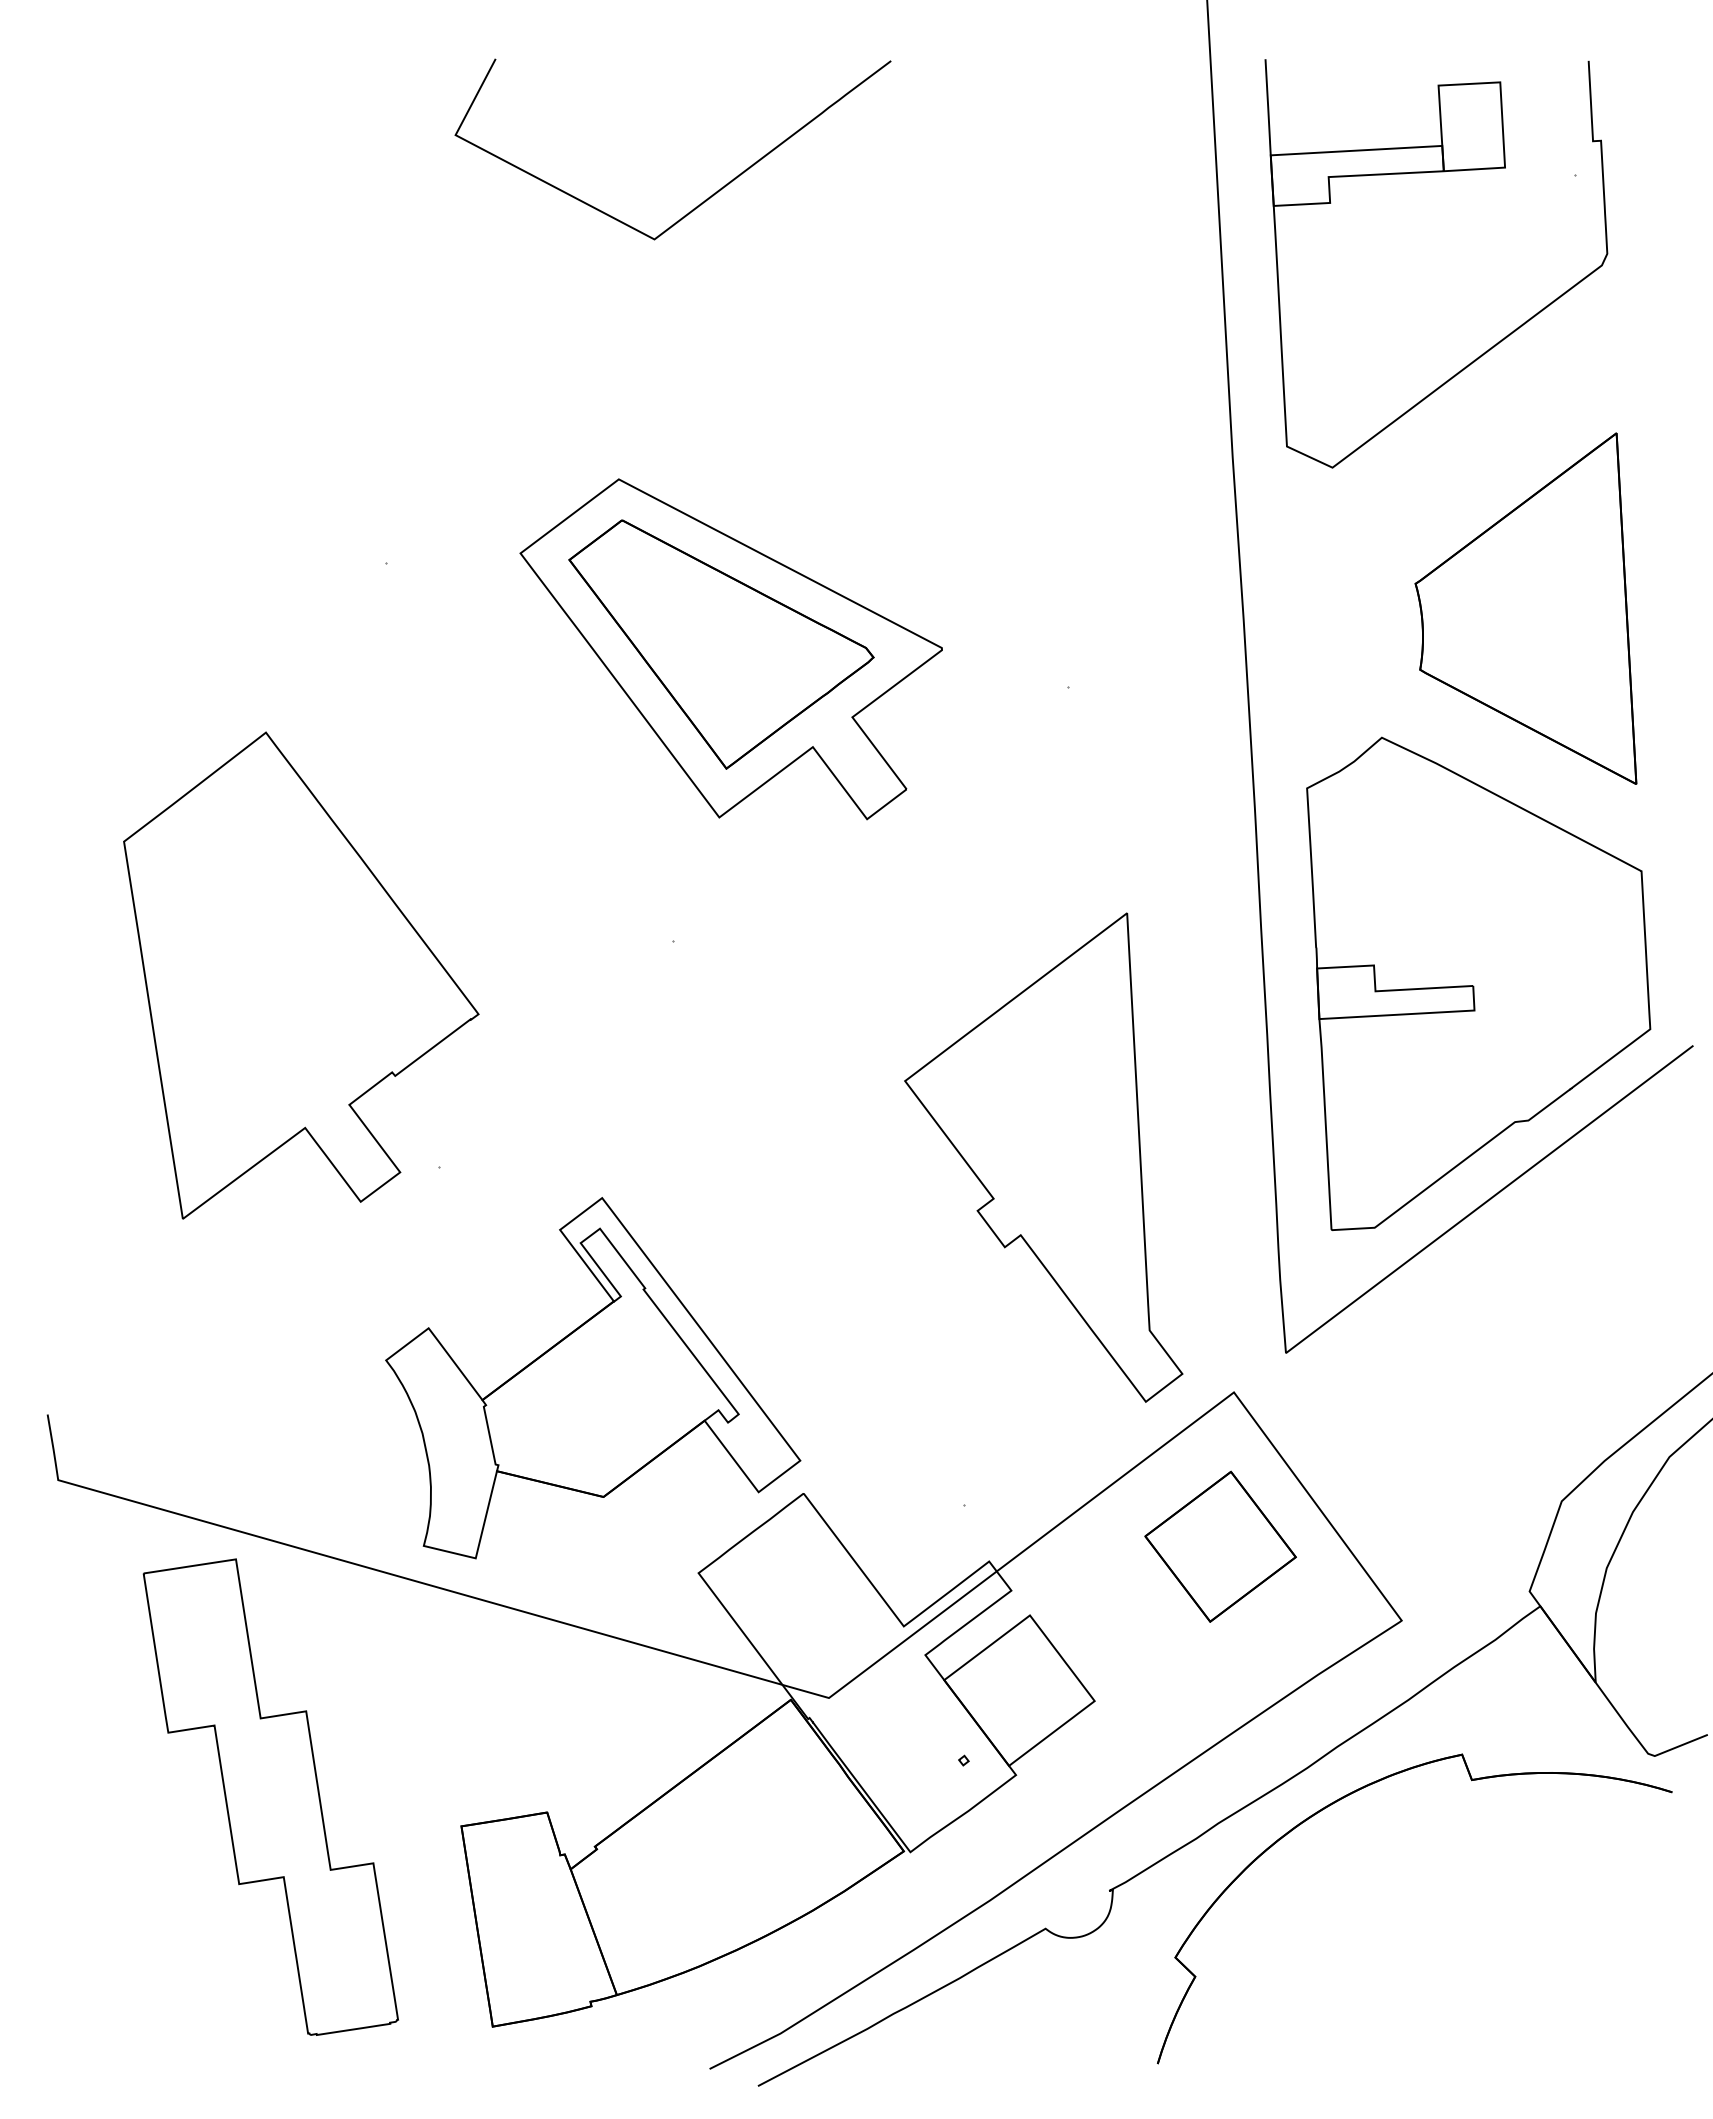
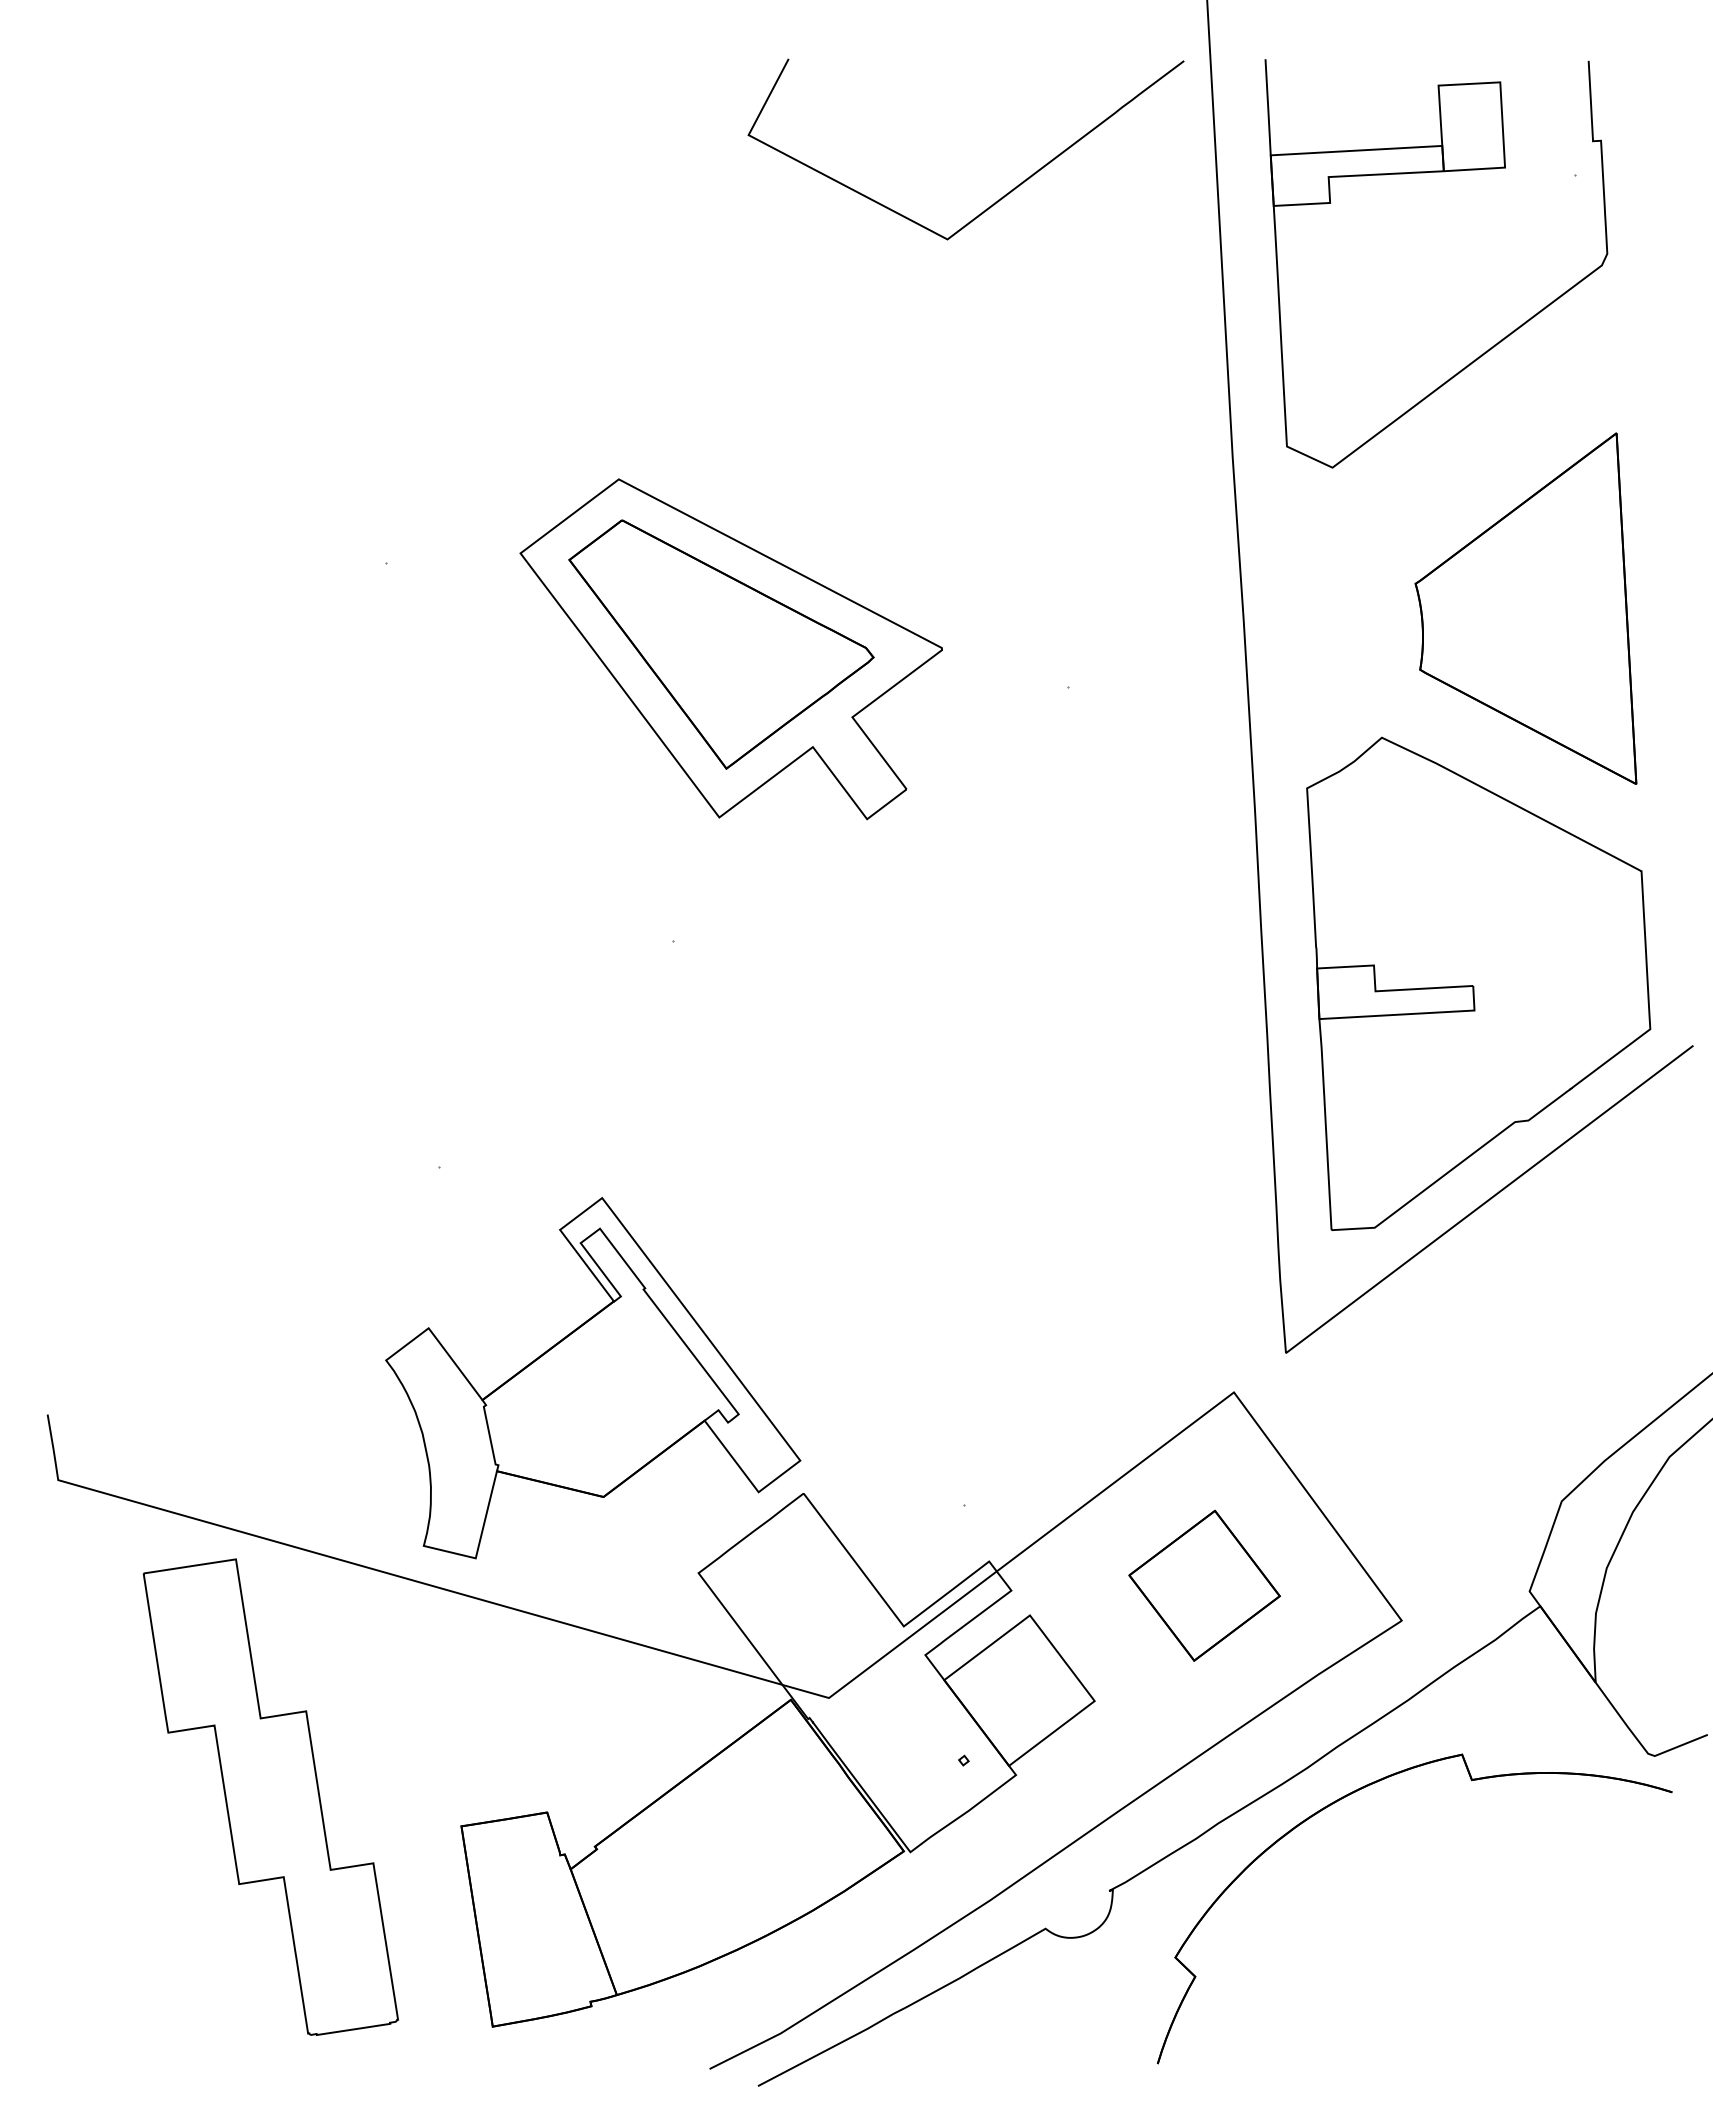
curve at (709, 196) position: (709, 196) -> (1002, 196)
part at (301, 975): present -> none
part at (1043, 1157): present -> none
part at (1220, 1546) position: (1220, 1546) -> (1204, 1585)
